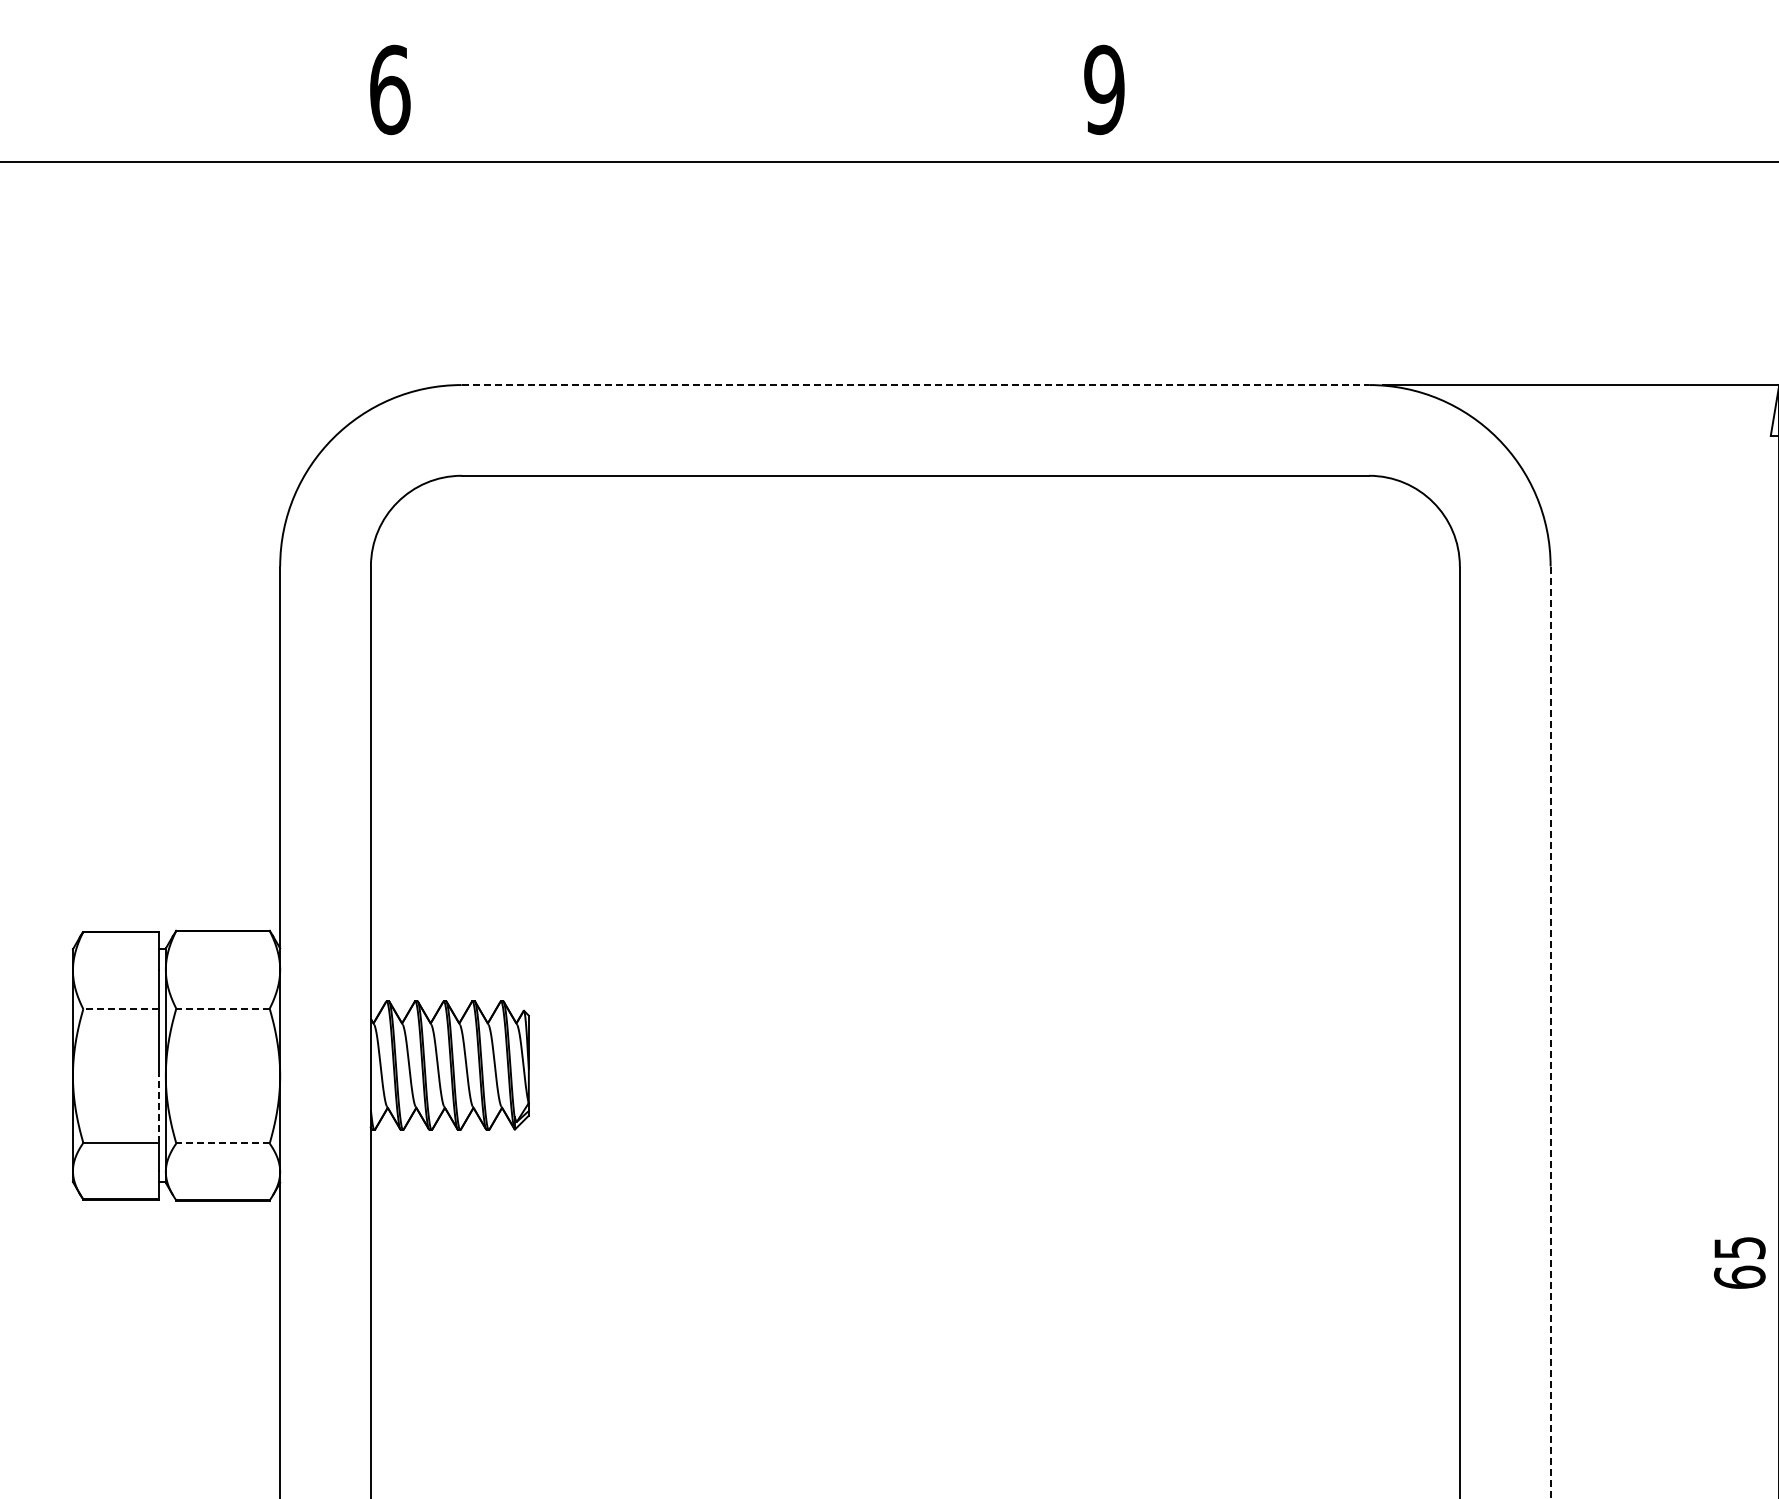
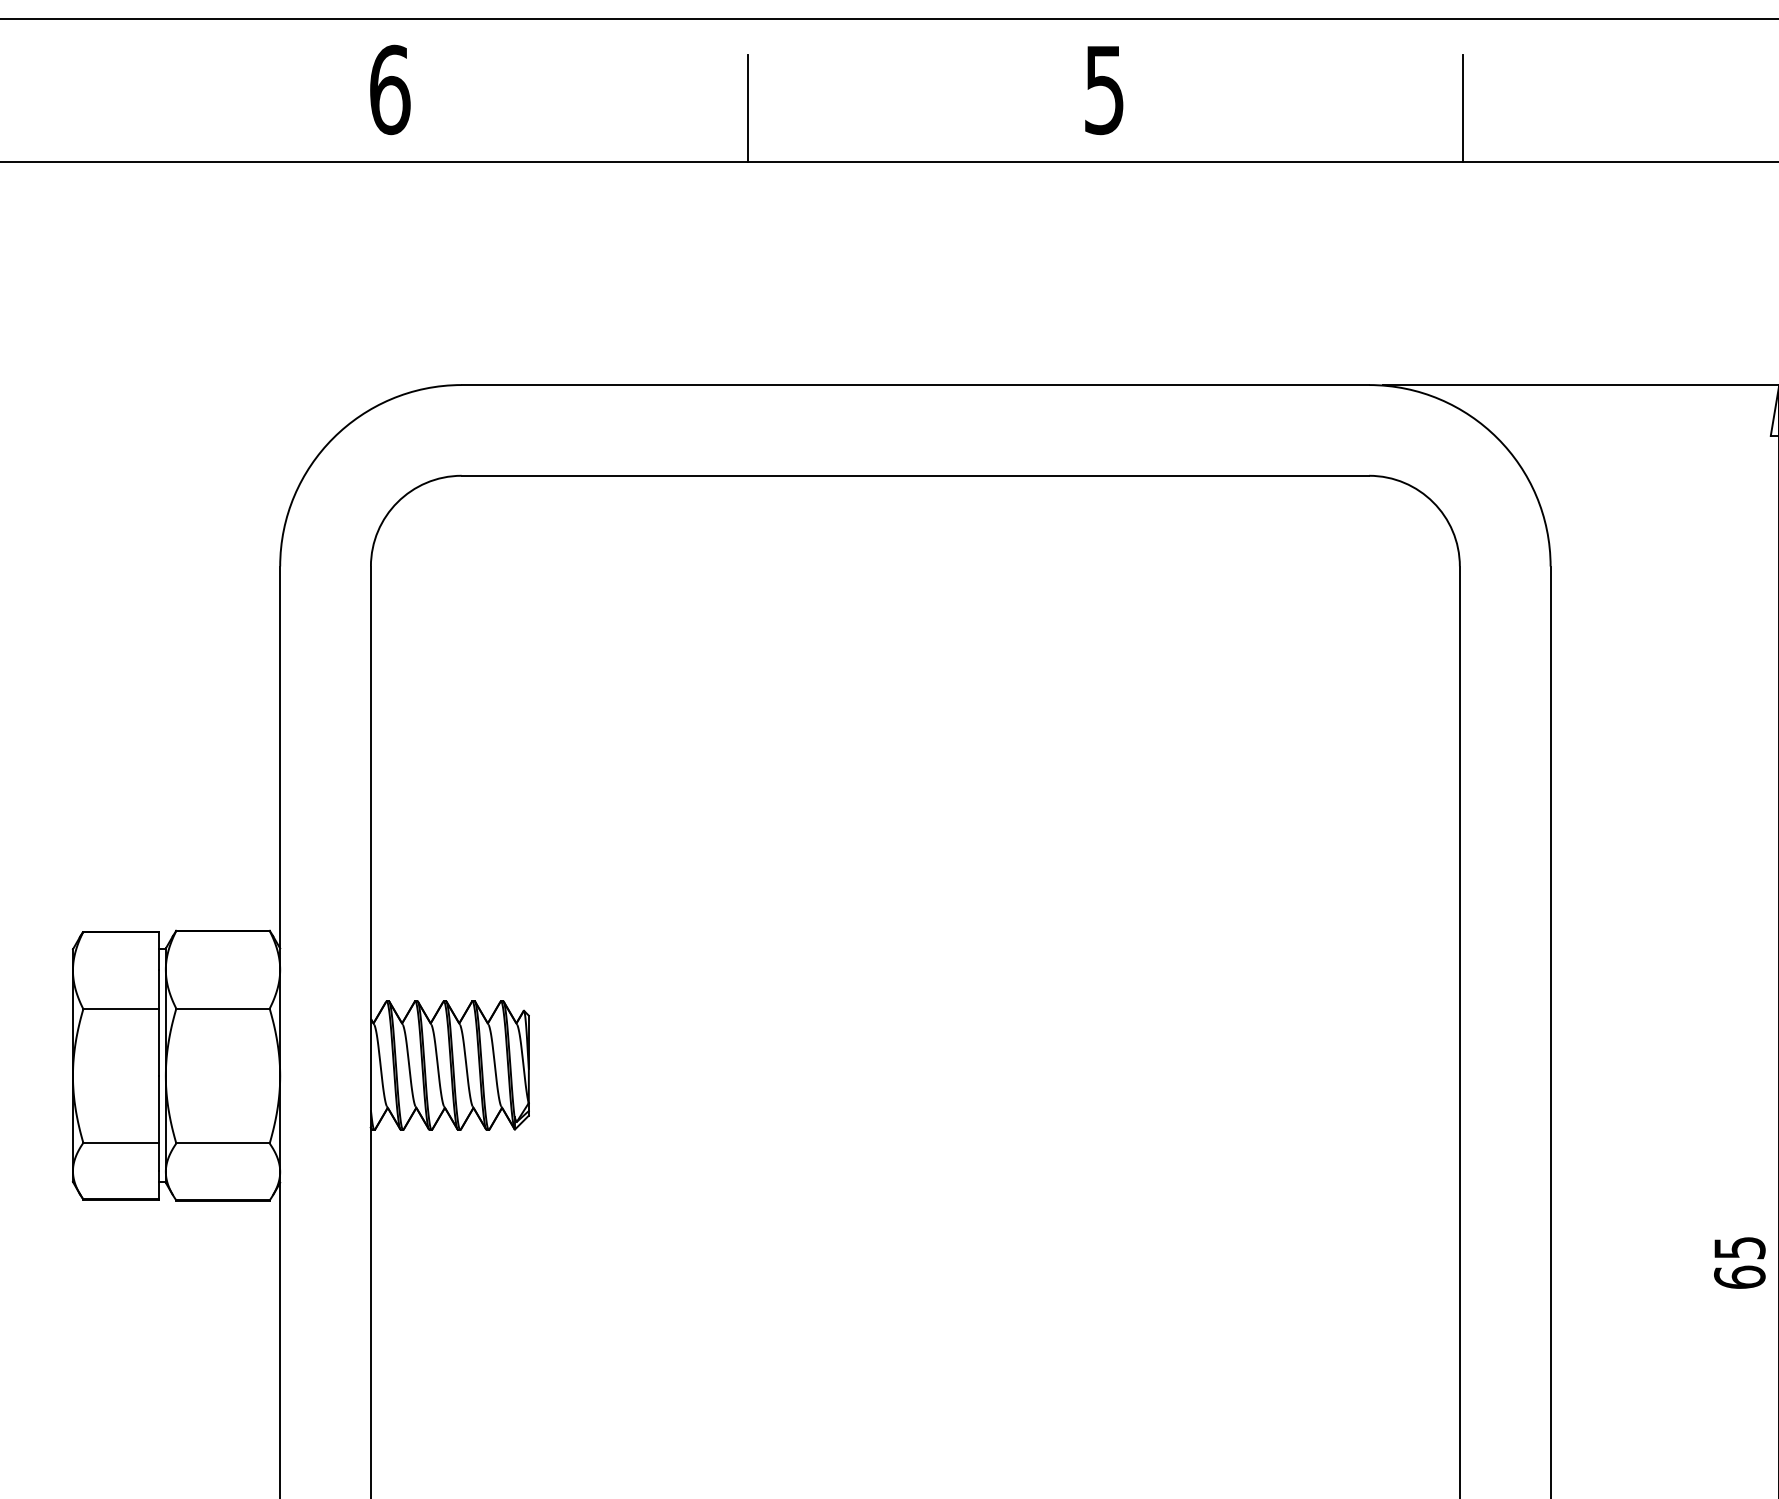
line at (888, 19): none -> present
text at (1104, 89): 9 -> 5
line at (748, 108): none -> present
line at (1462, 108): none -> present
line at (915, 385): dashed -> solid
line at (223, 1008): dashed -> solid
line at (121, 1009): dashed -> solid
line at (1550, 1032): dashed -> solid
line at (158, 1108): dashed -> solid
line at (223, 1143): dashed -> solid
